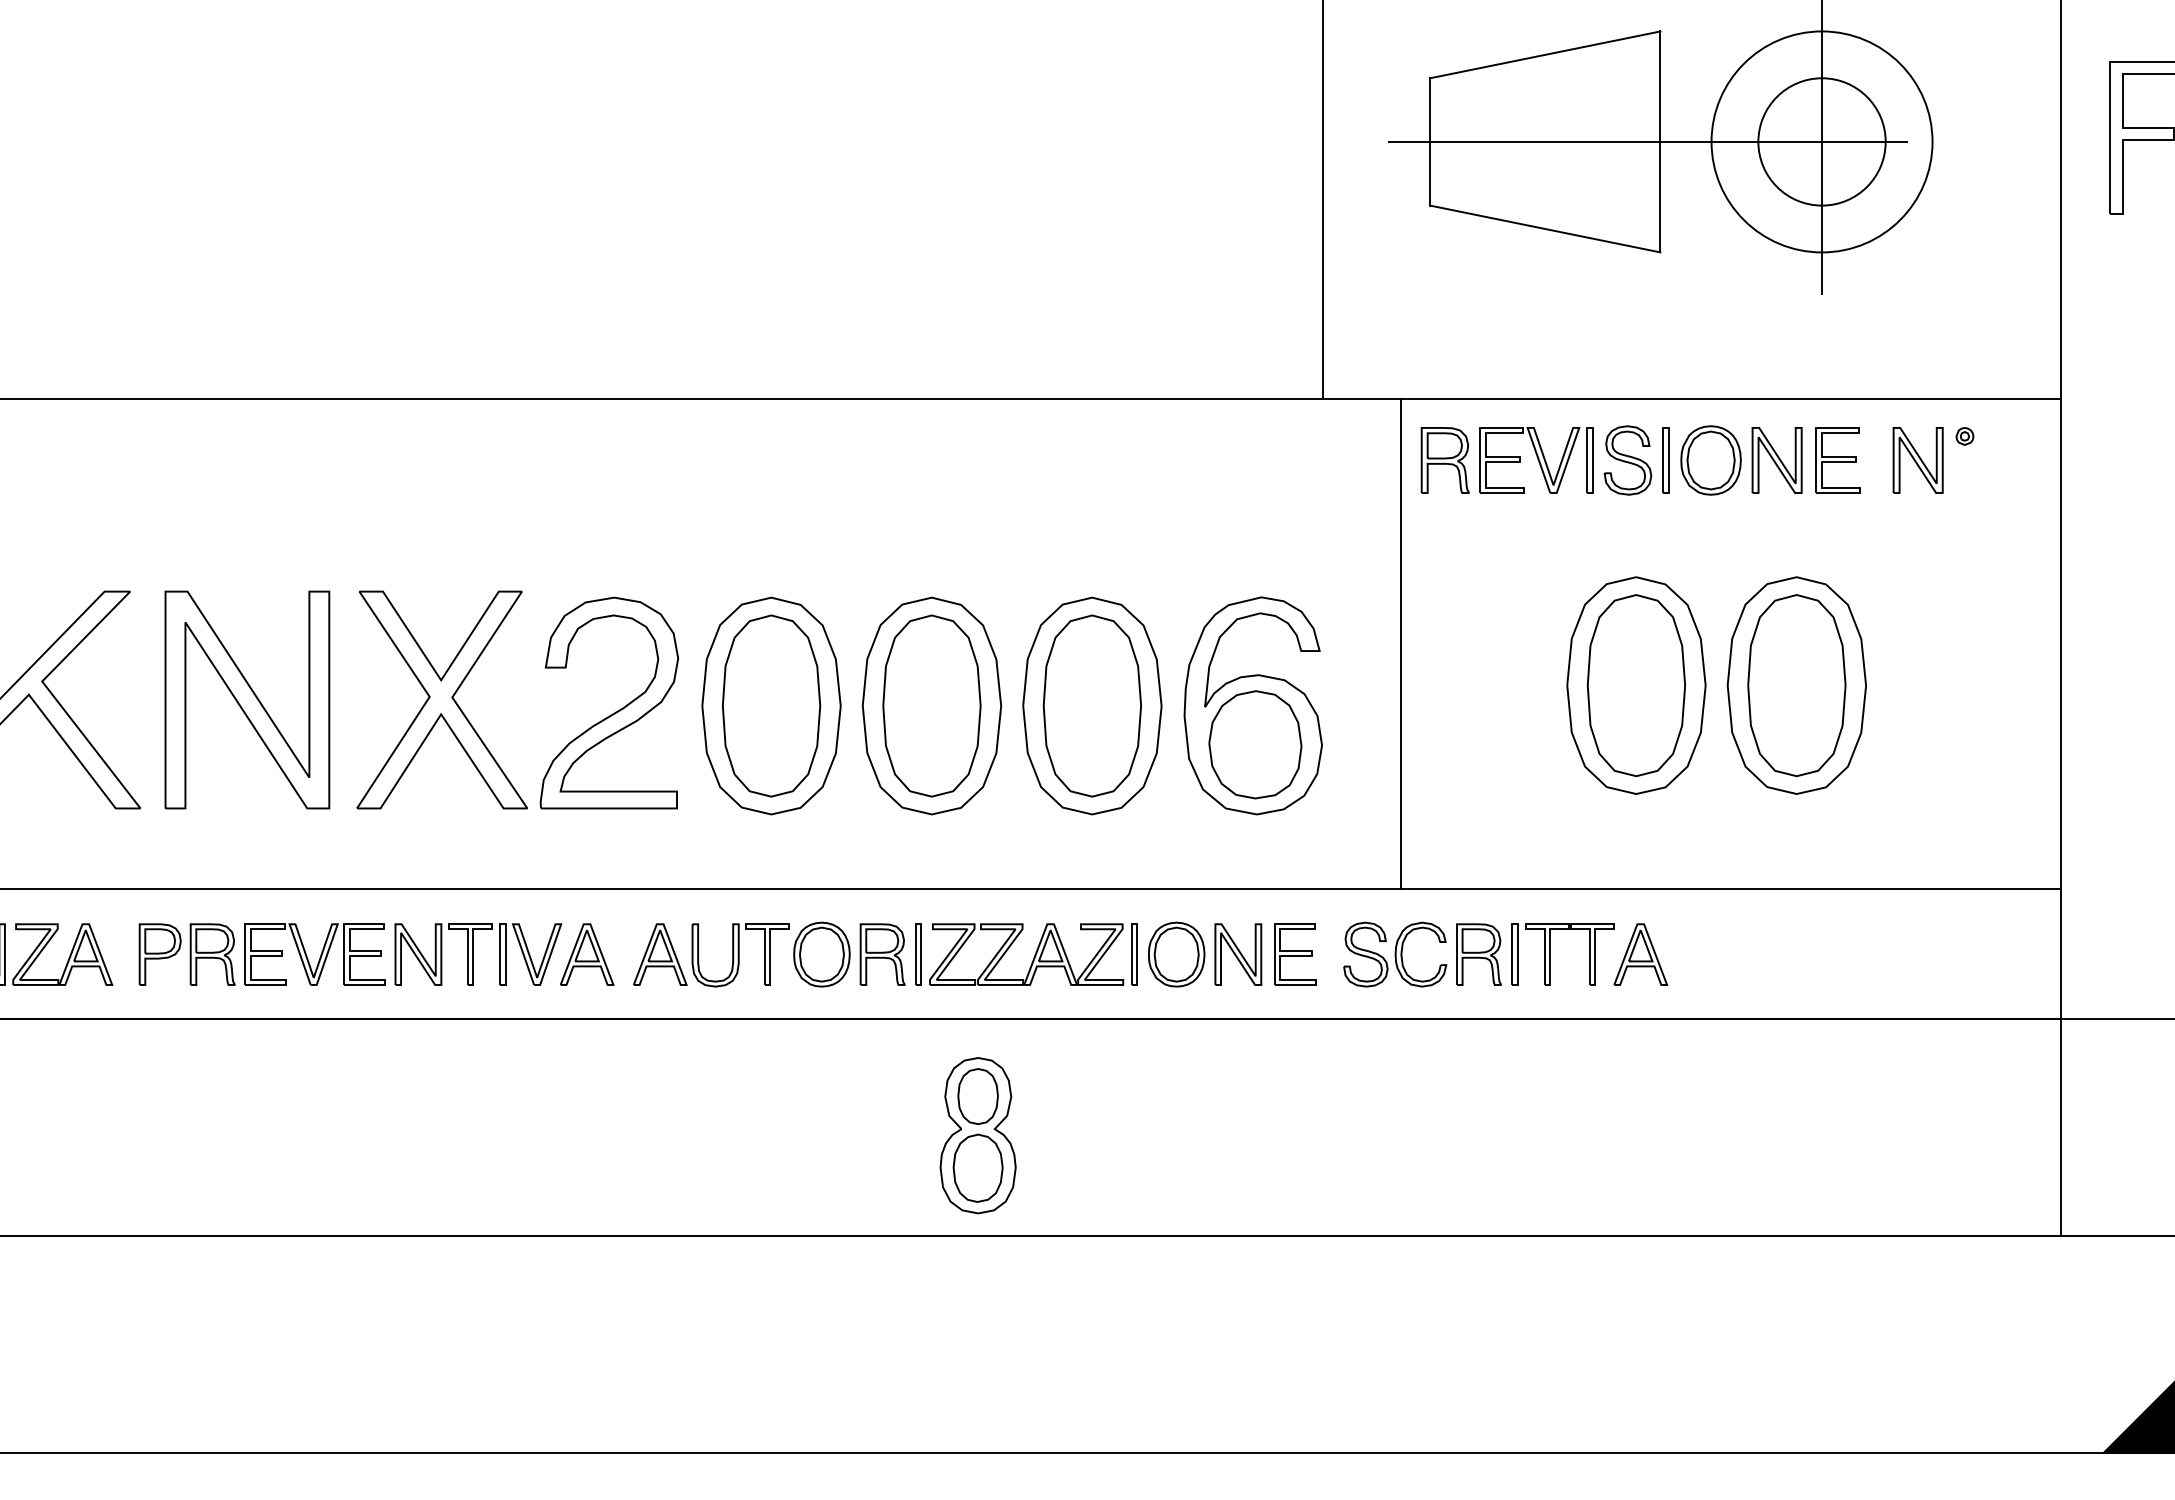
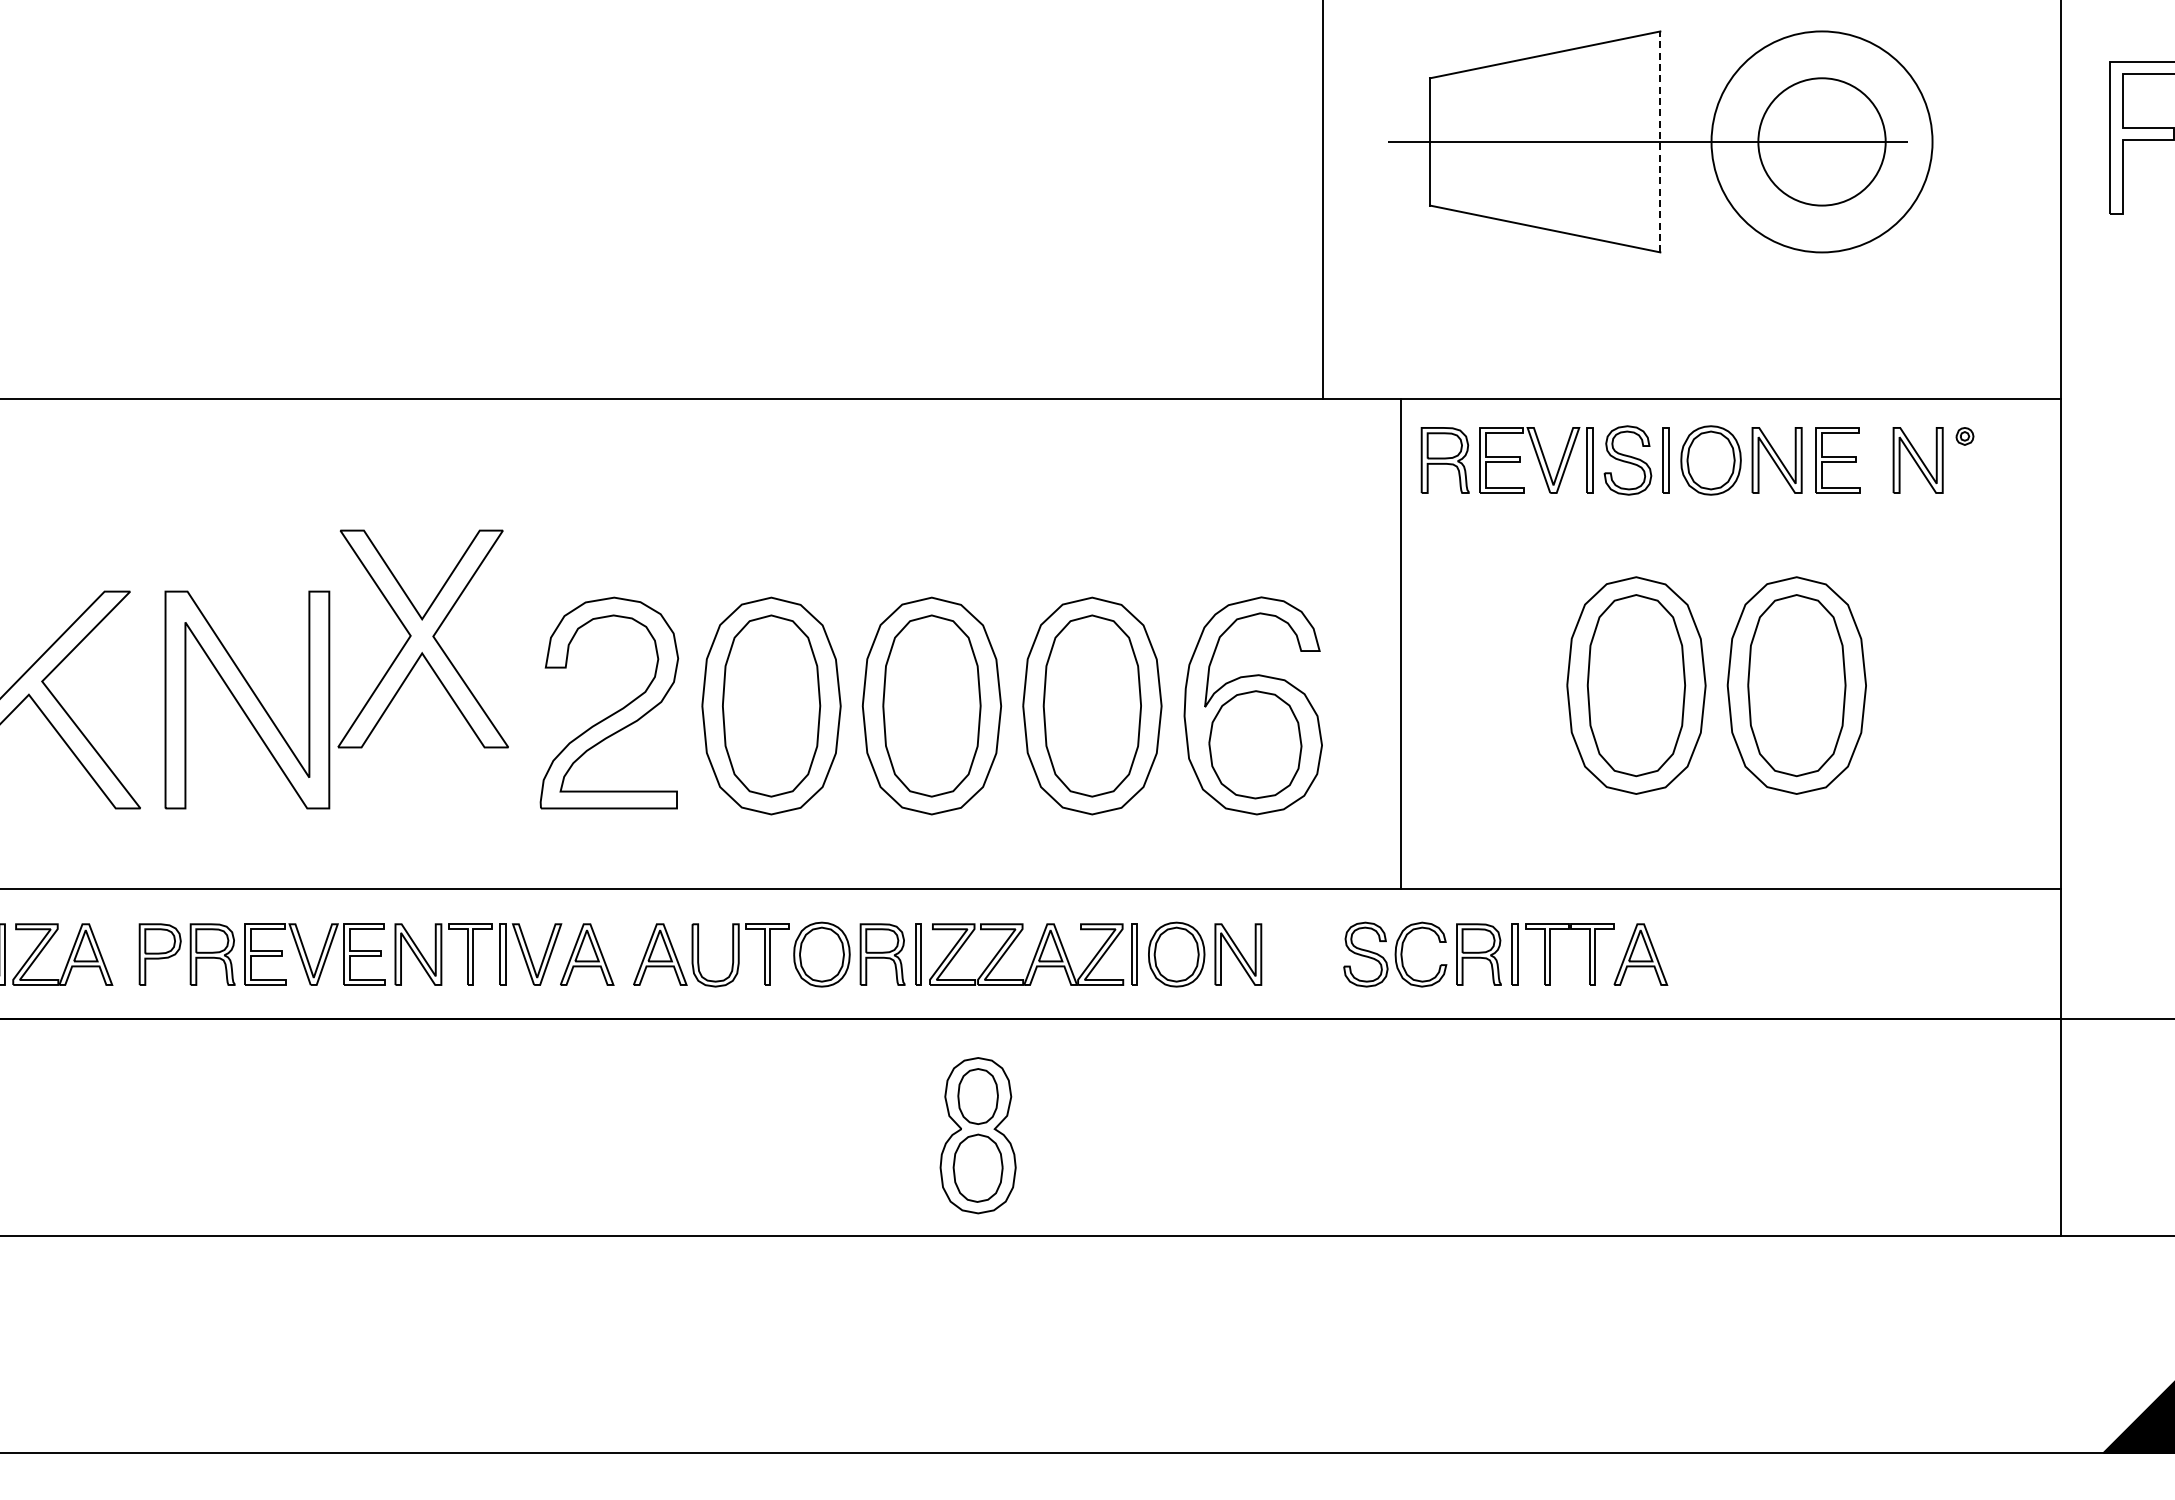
line at (1660, 141): solid -> dashed
line at (1822, 148): present -> none
part at (441, 699) position: (441, 699) -> (422, 638)
part at (1295, 954): present -> none
